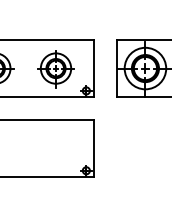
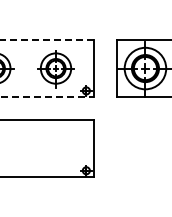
line at (47, 39): solid -> dashed
line at (47, 97): solid -> dashed
